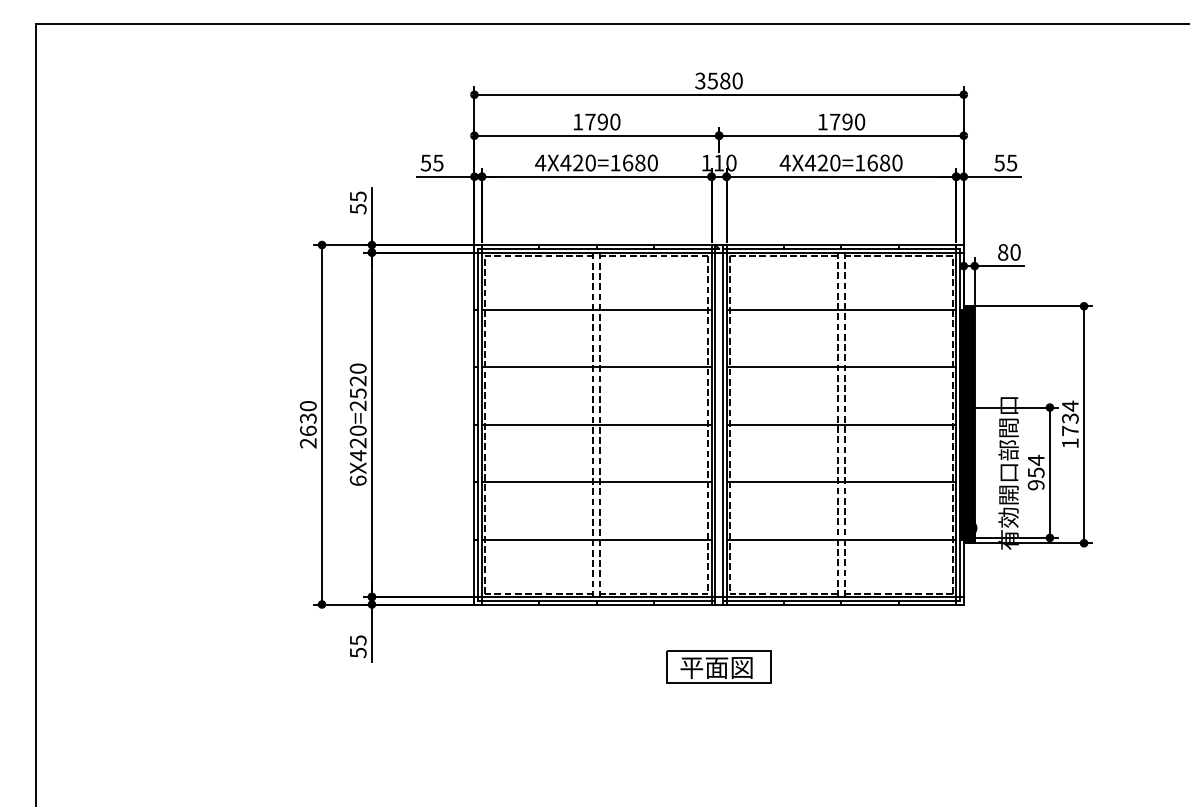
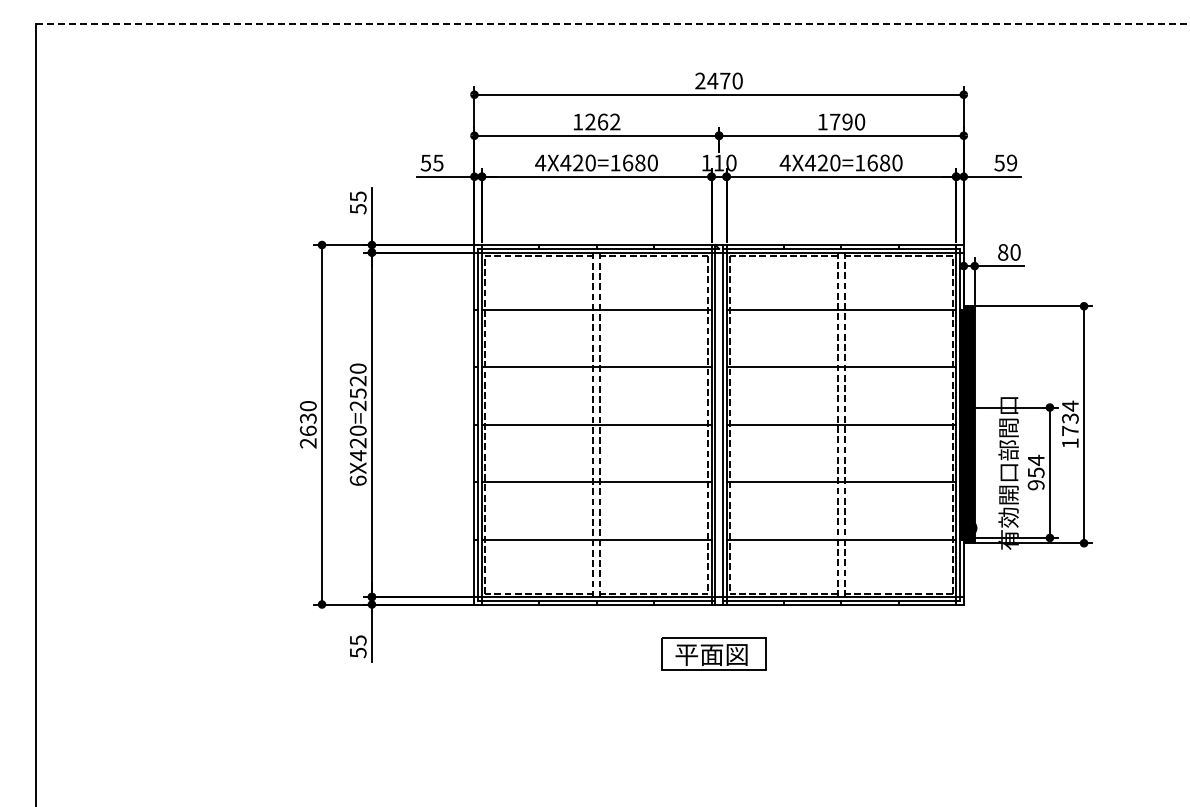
line at (612, 24): solid -> dashed
text at (712, 80): 3580 -> 2470
text at (602, 121): 1790 -> 1262
text at (1011, 162): 55 -> 59
part at (718, 666) position: (718, 666) -> (713, 653)
